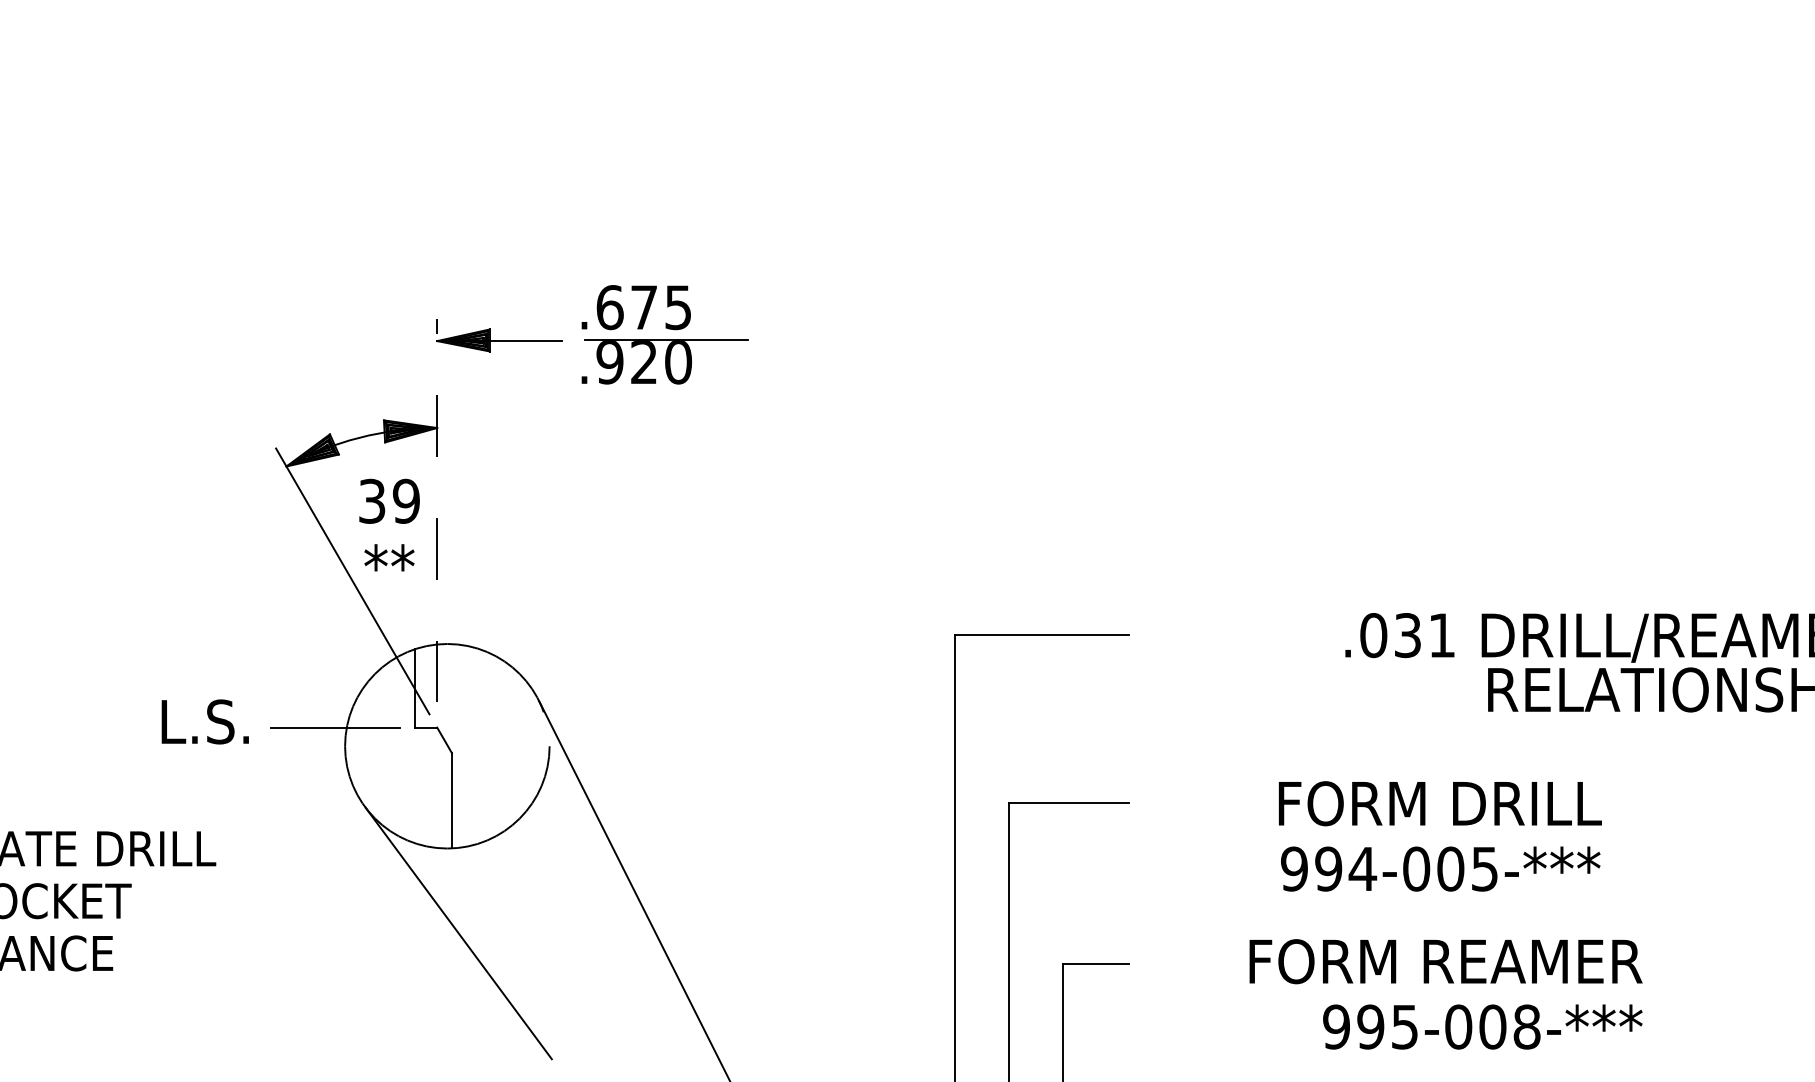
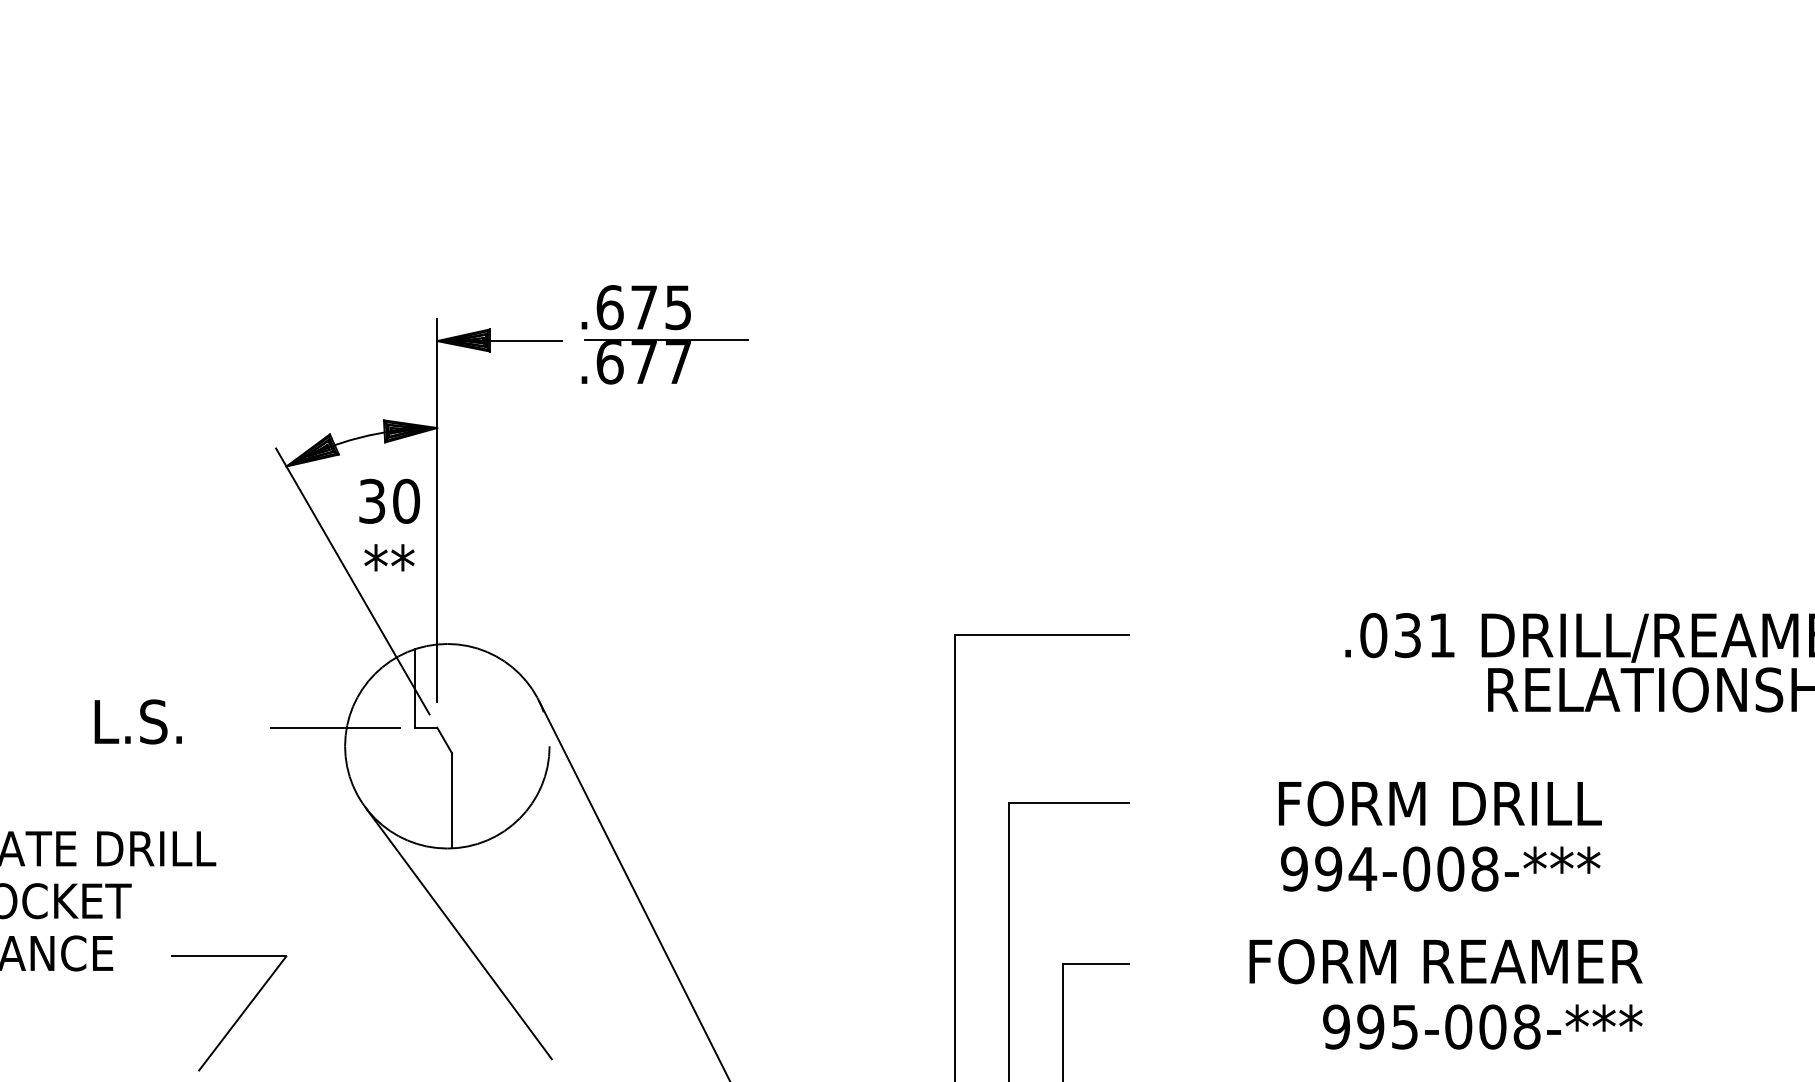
text at (644, 362): .920 -> .677
text at (406, 501): 39^ -> 30^
line at (437, 510): dashed -> solid
text at (204, 721) position: (204, 721) -> (137, 721)
text at (1484, 868): 994-005-*** -> 994-008-***
part at (236, 1019): none -> present
